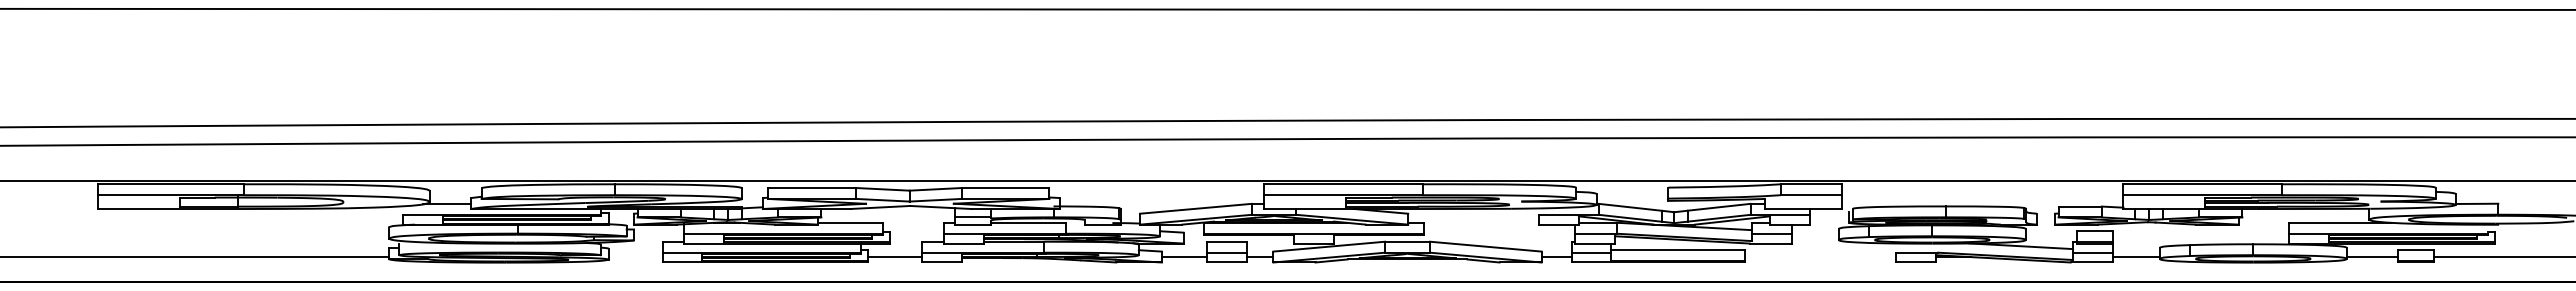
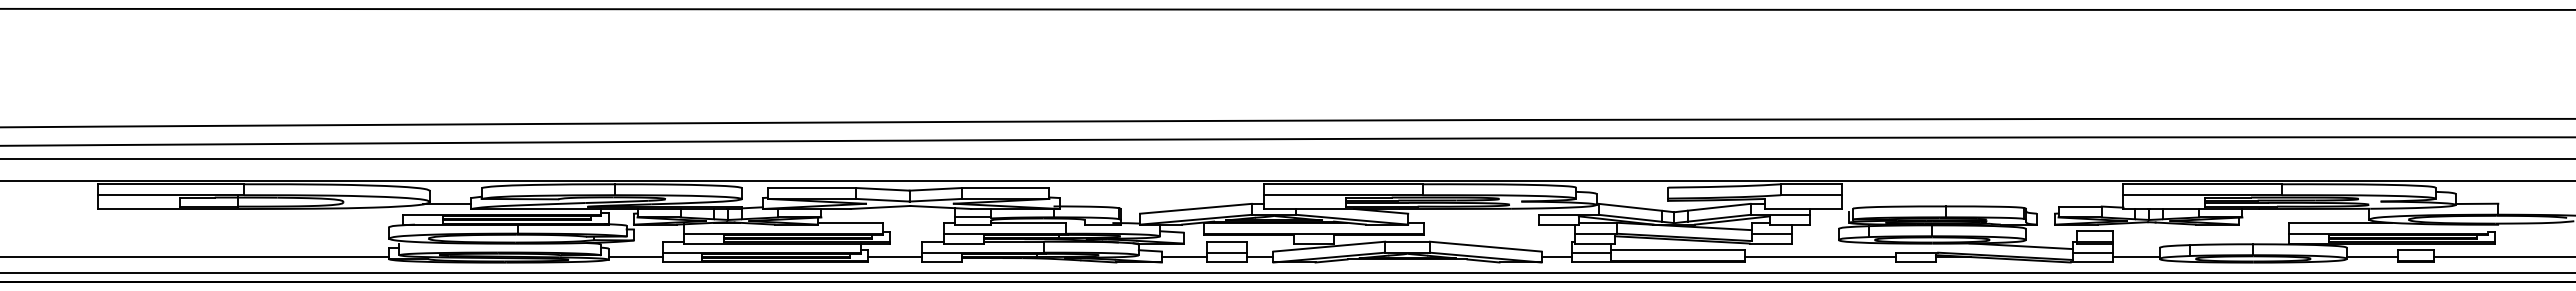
line at (1287, 158): none -> present
line at (635, 257): none -> present
line at (1820, 257): none -> present
line at (1287, 273): none -> present
